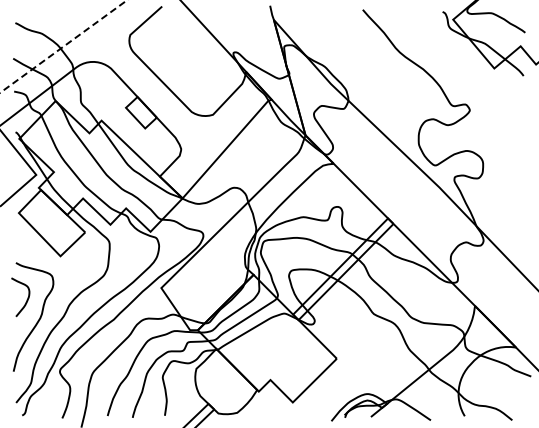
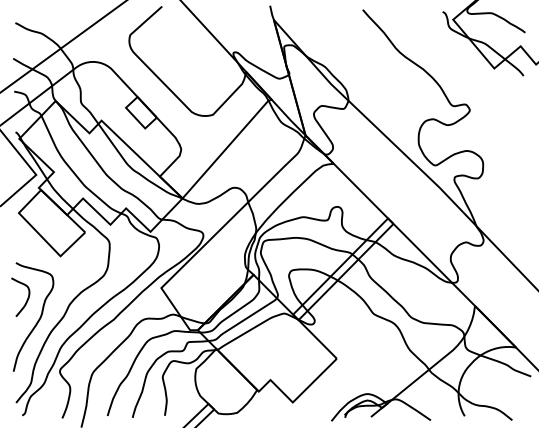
line at (64, 46): dashed -> solid
